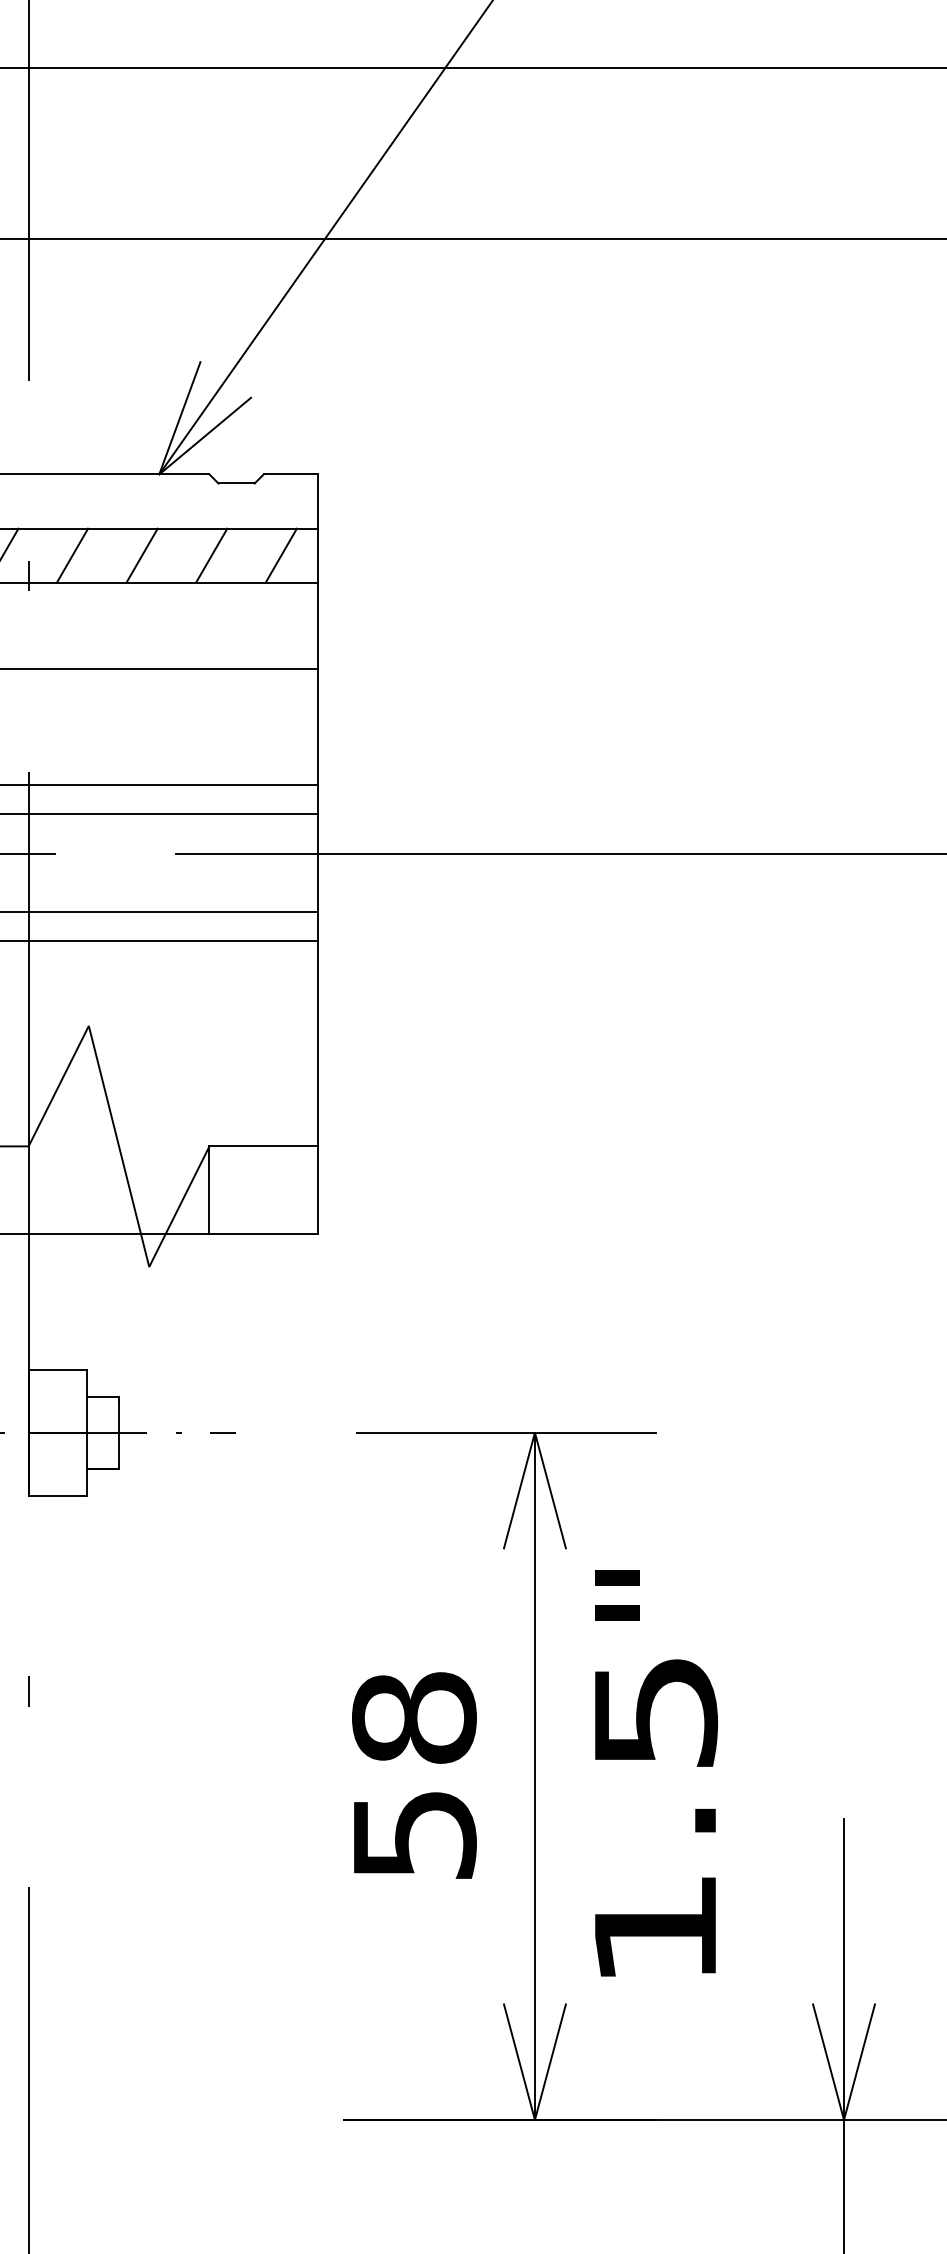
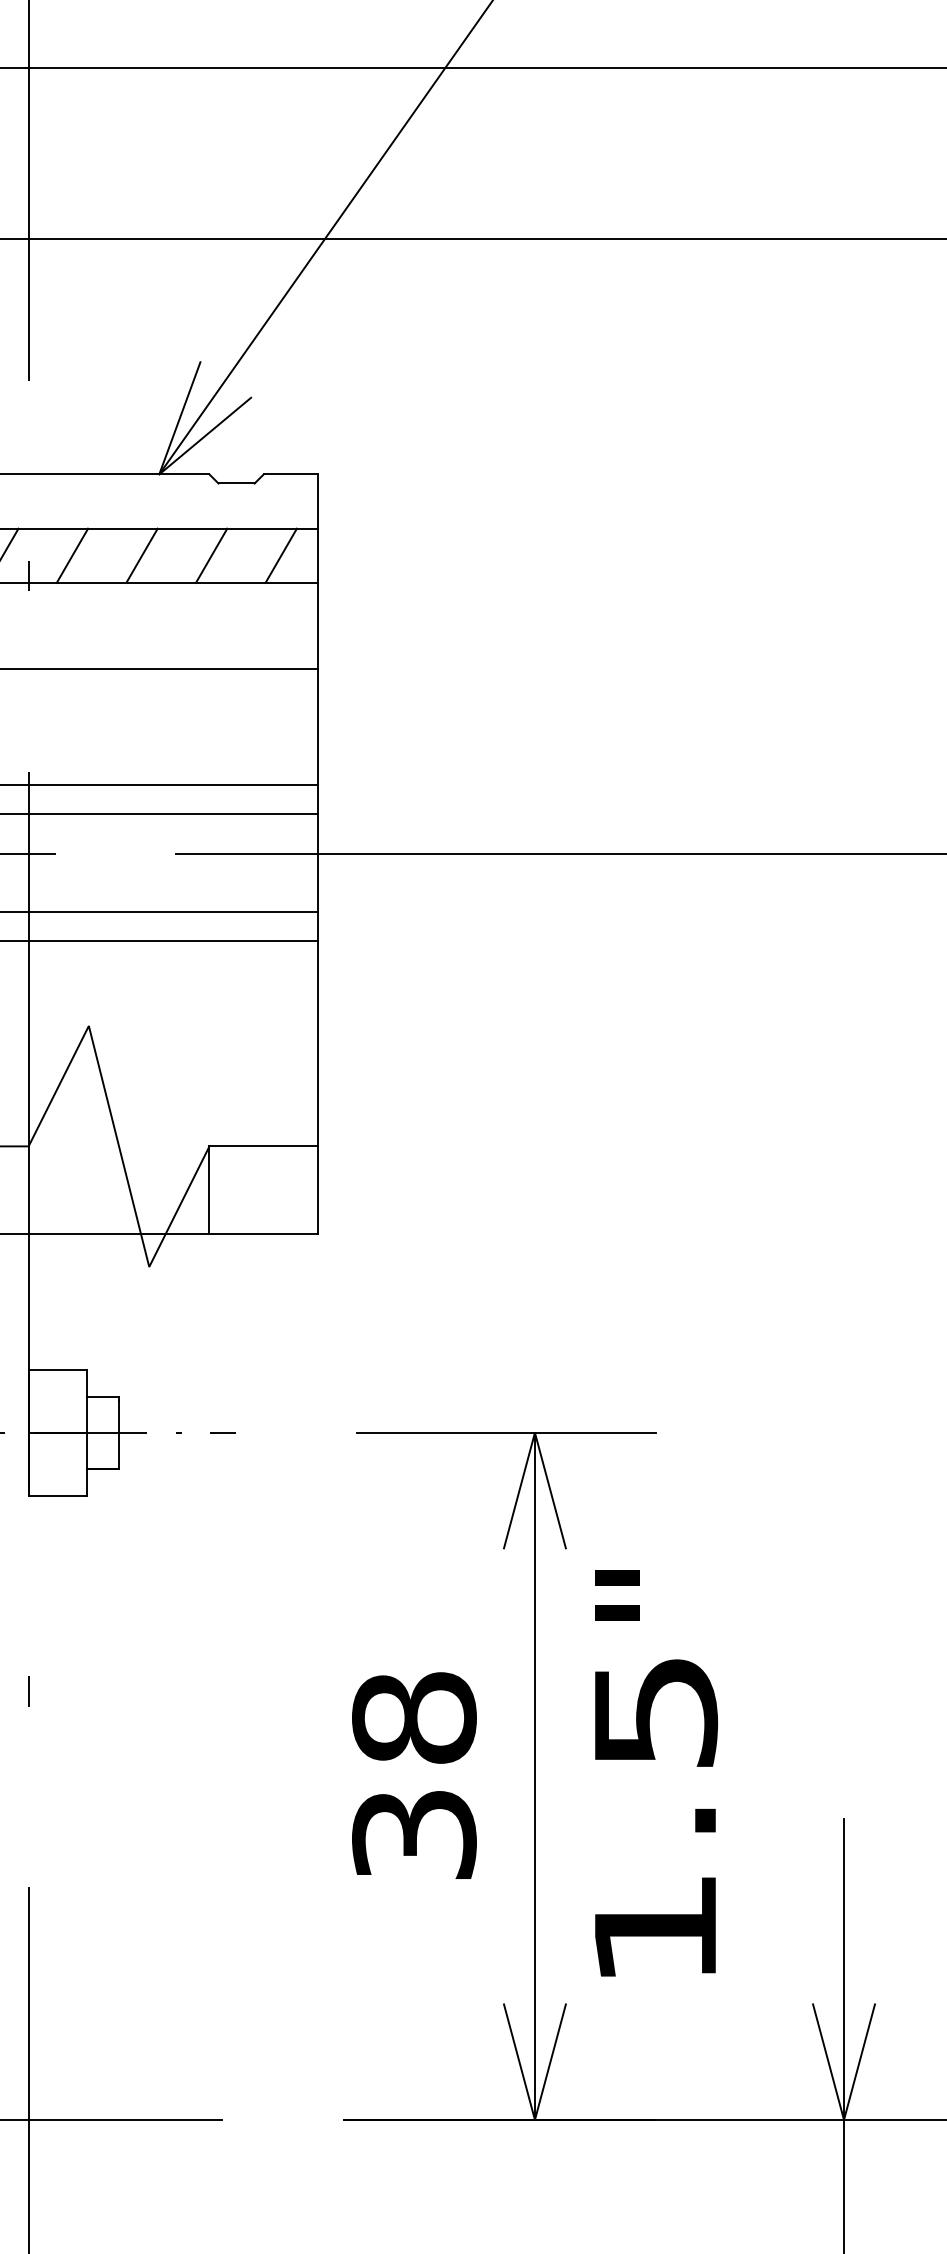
text at (414, 1834): 58 -> 38
line at (112, 2119): none -> present
